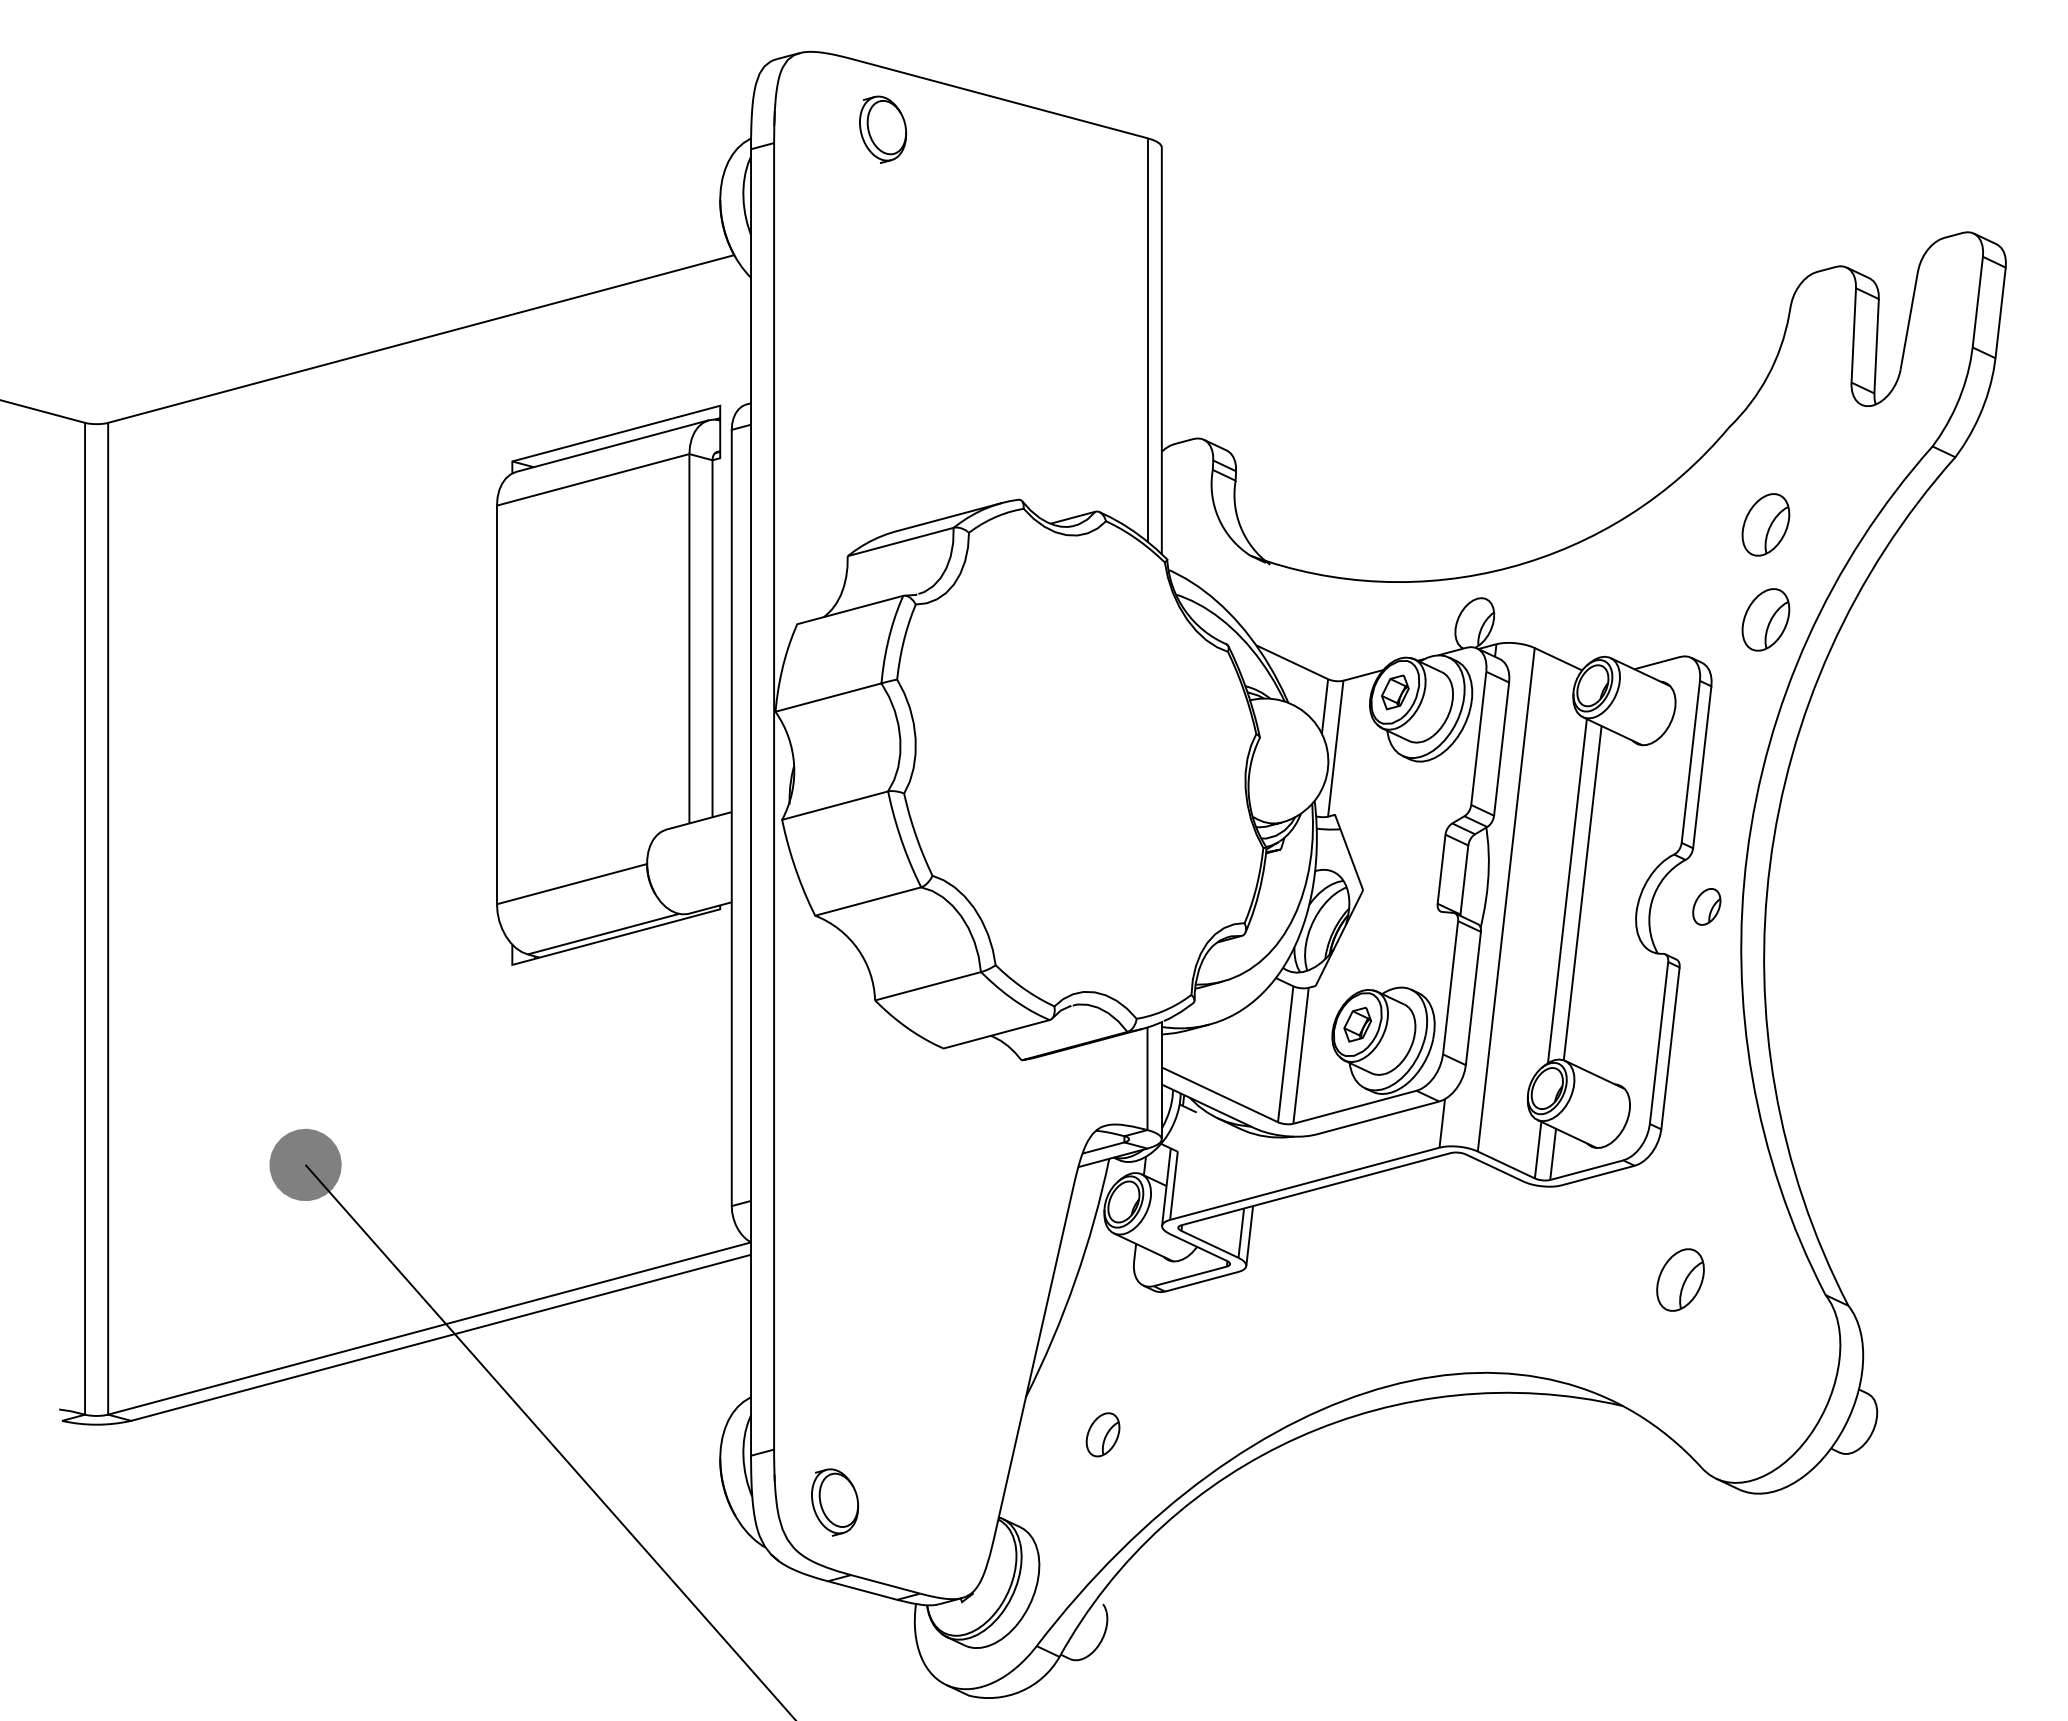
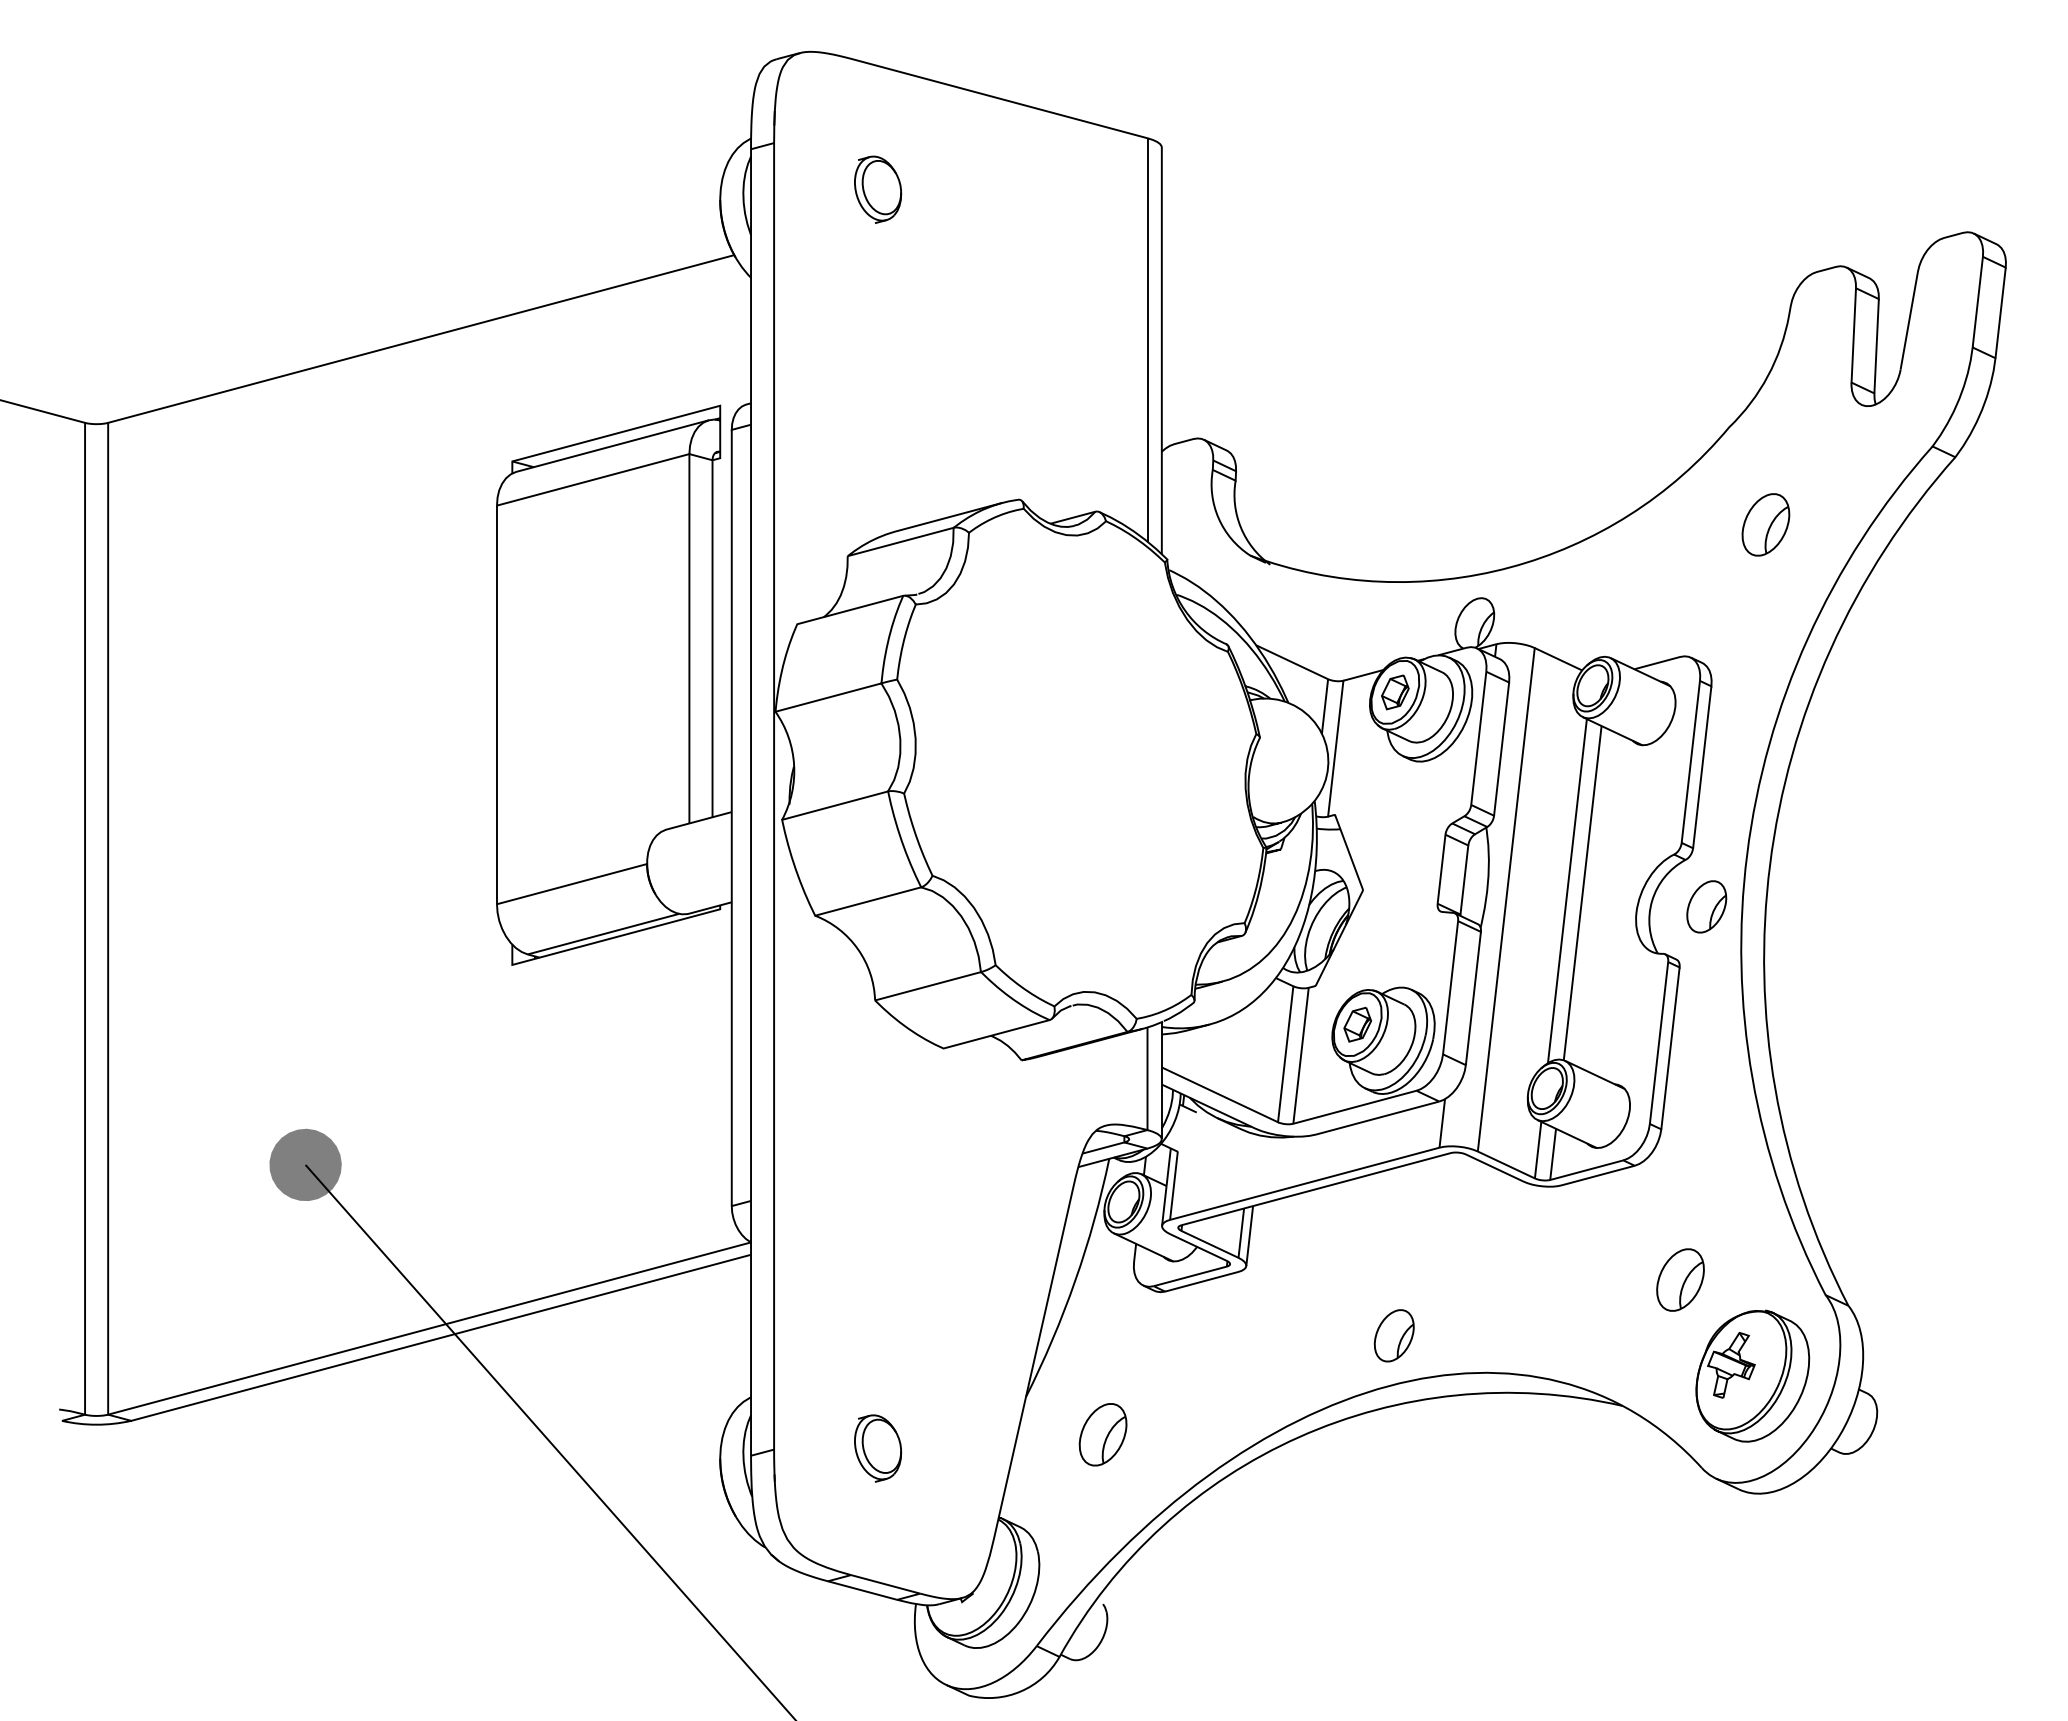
part at (883, 129) position: (883, 129) -> (878, 189)
part at (1765, 619): present -> none
part at (1706, 906) size: 30x38 px -> 42x54 px
part at (1393, 1335): none -> present
part at (1752, 1375): none -> present
part at (1102, 1434) size: 36x46 px -> 50x64 px
part at (835, 1502) position: (835, 1502) -> (878, 1448)
